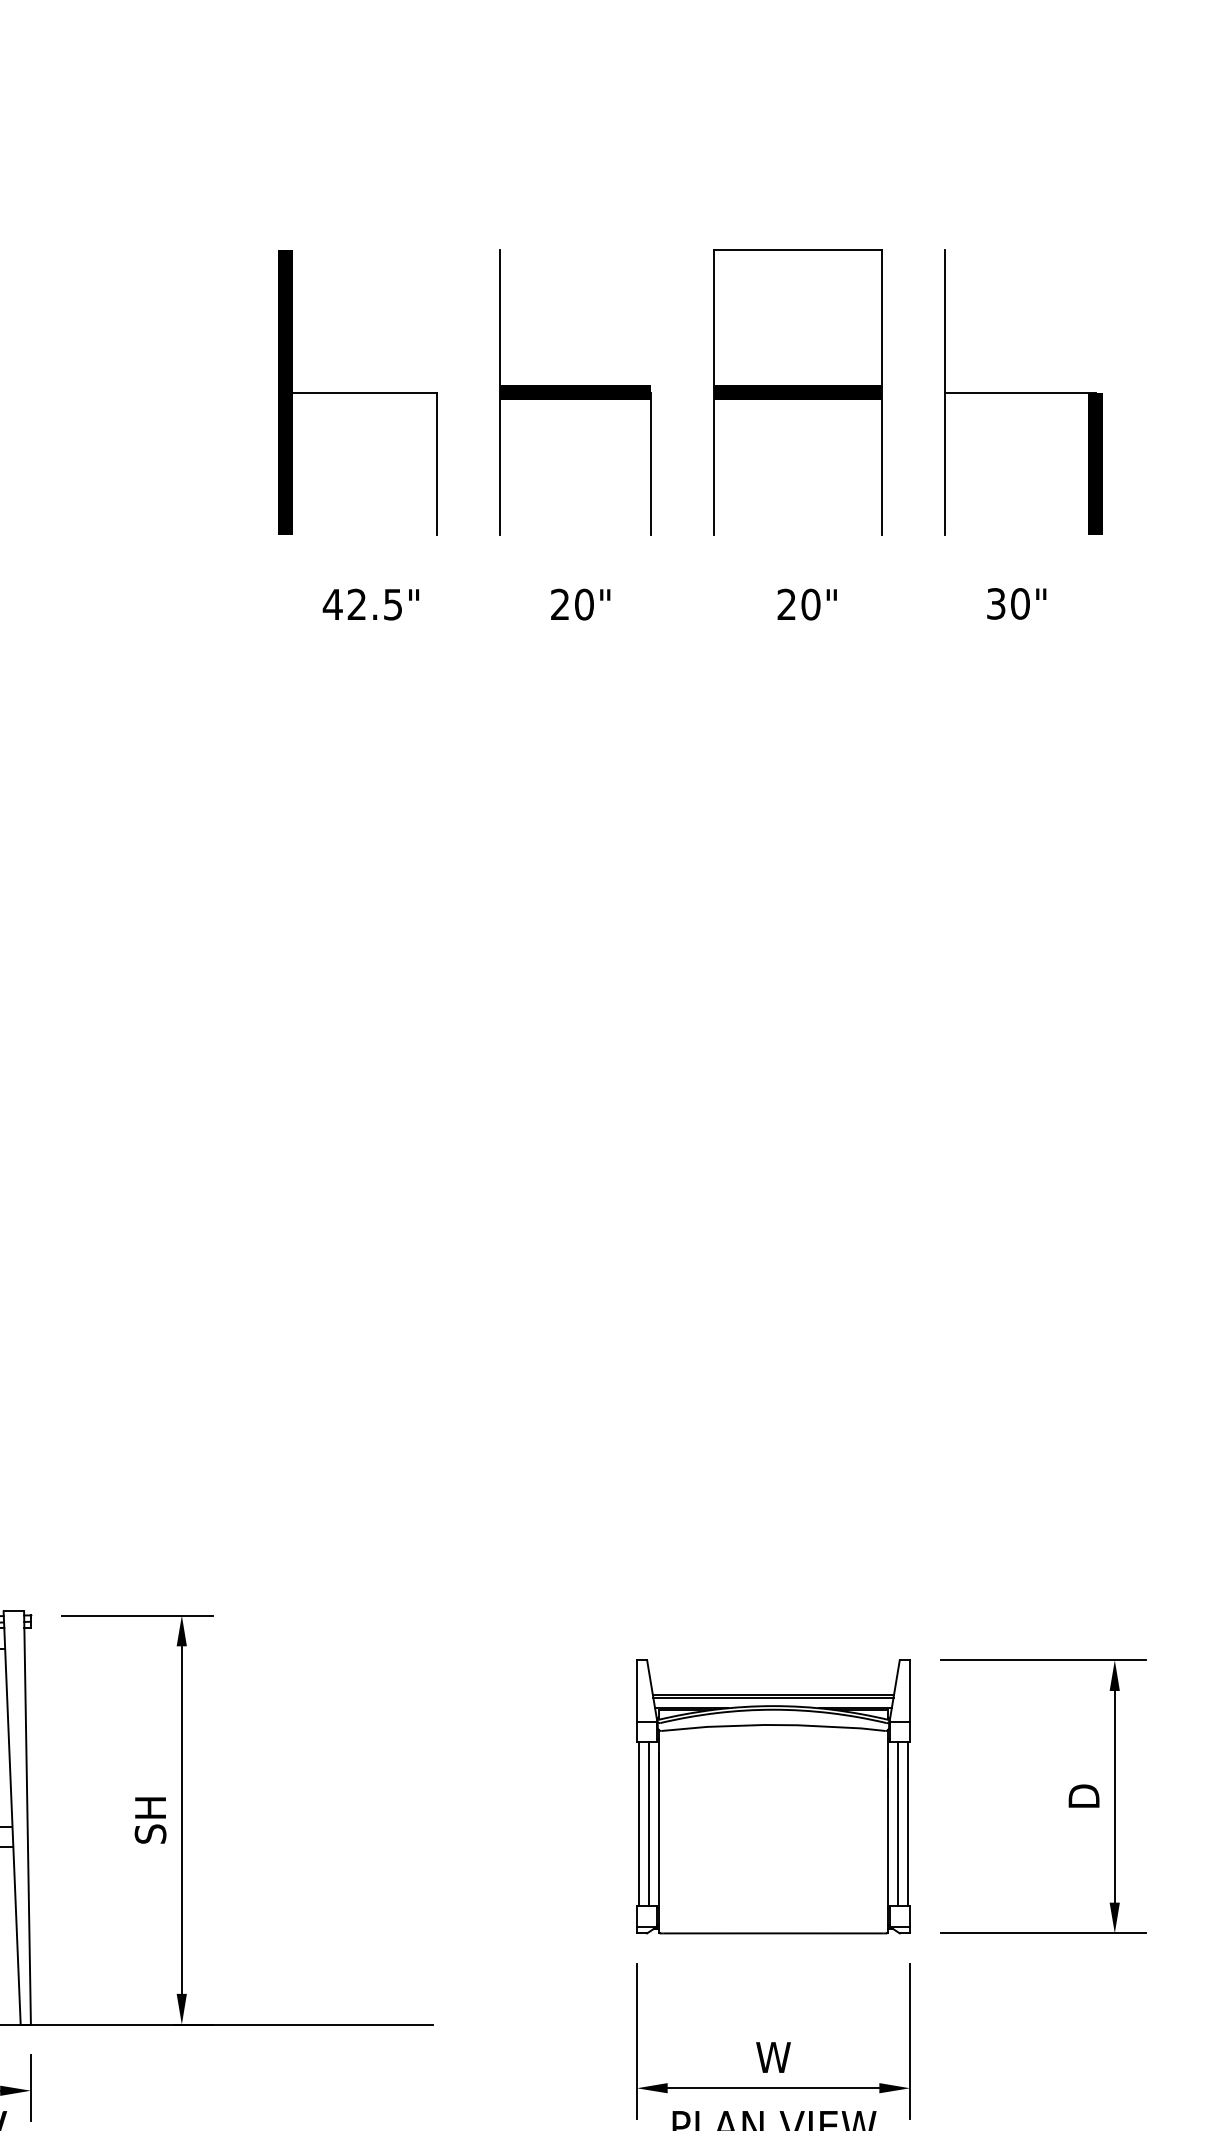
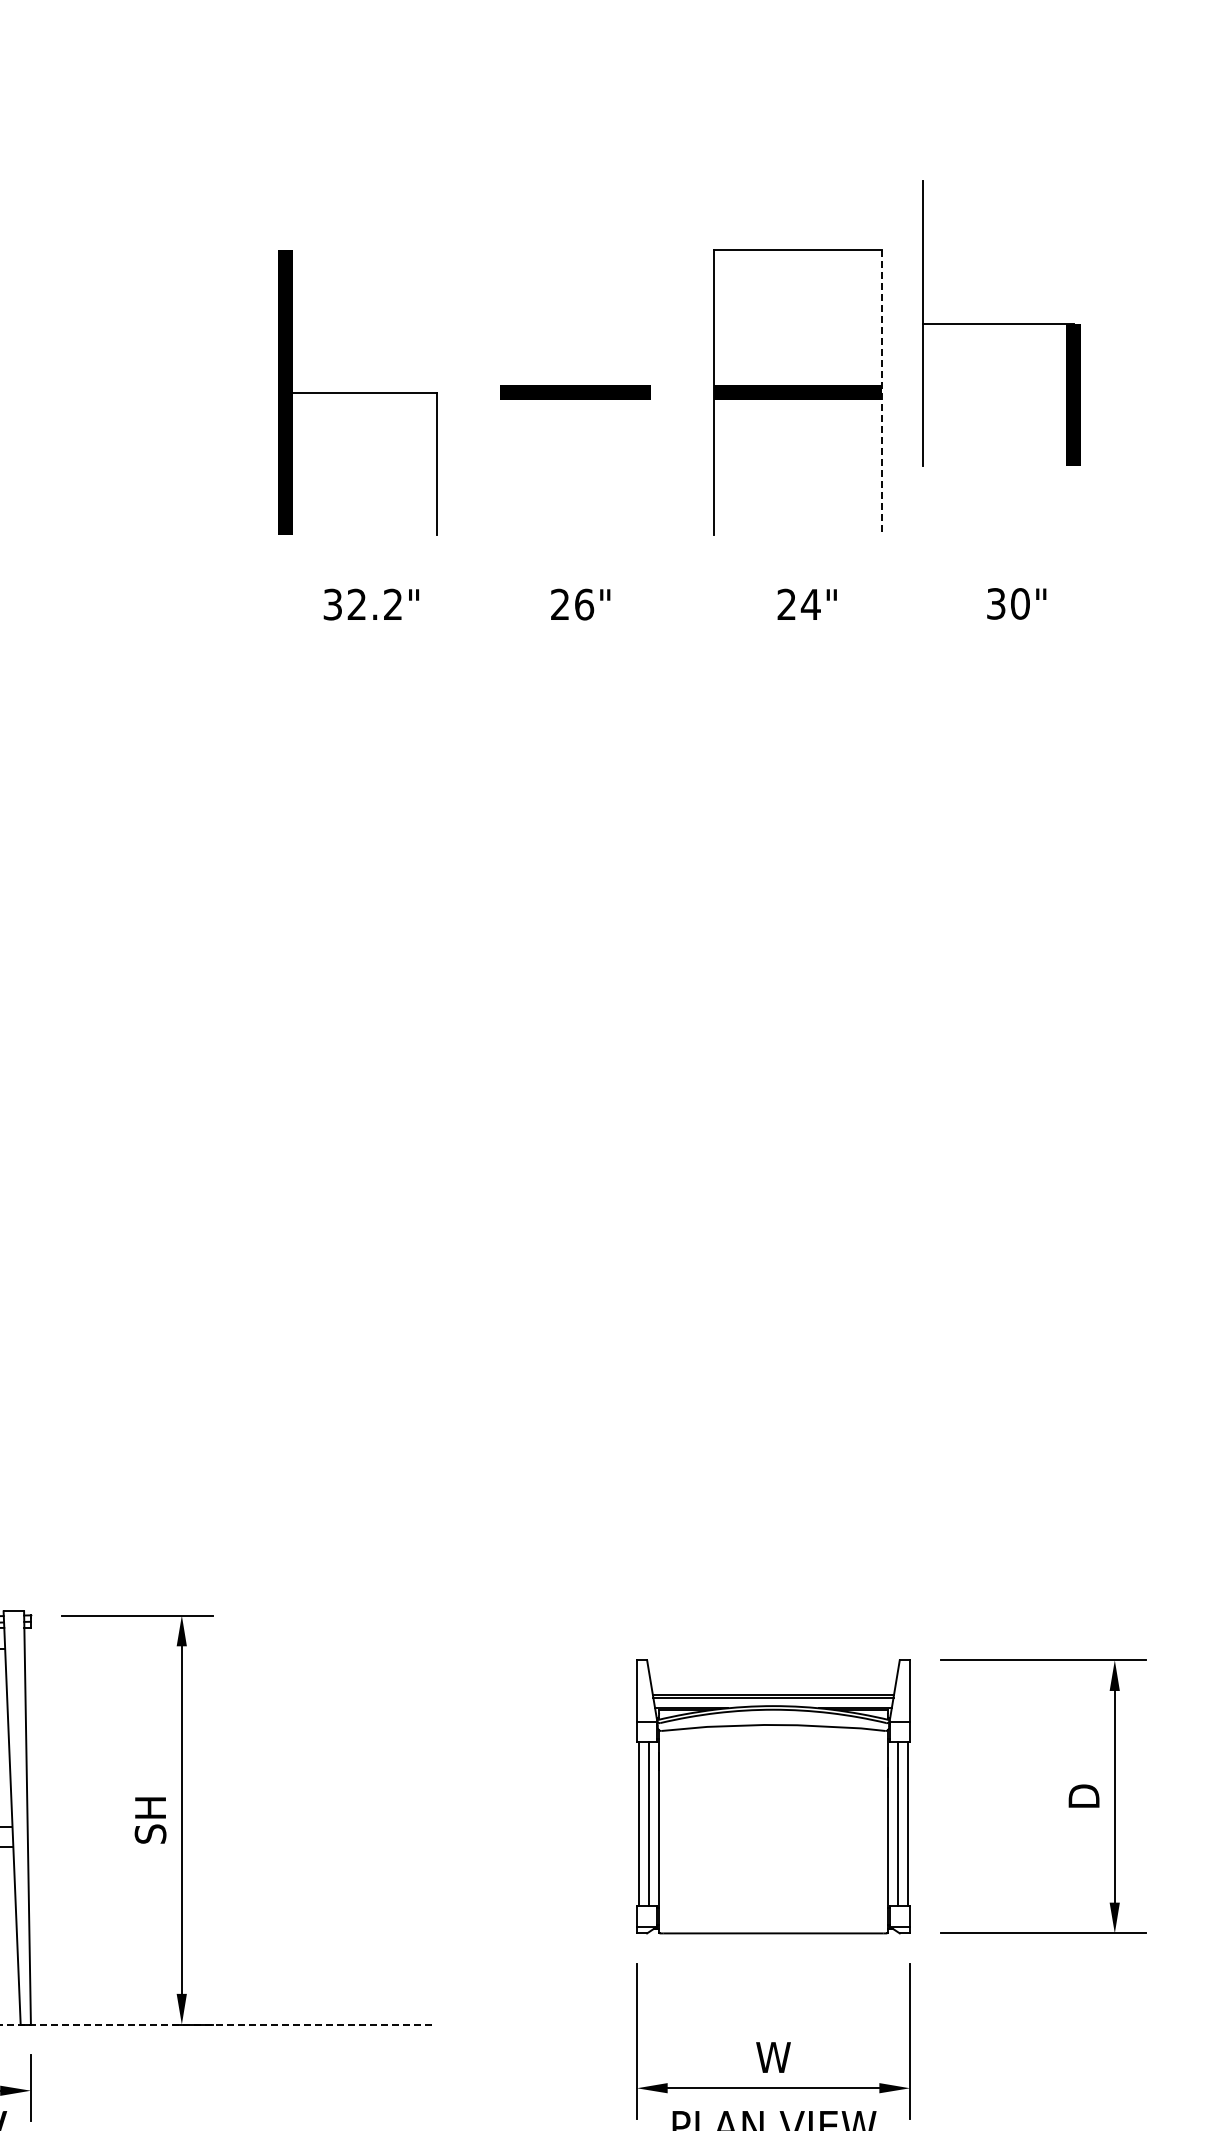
line at (499, 392): present -> none
line at (881, 392): solid -> dashed
part at (1023, 392) position: (1023, 392) -> (1001, 323)
line at (650, 463): present -> none
text at (361, 604): 42.5" -> 32.2"
text at (584, 604): 20" -> 26"
text at (810, 604): 20" -> 24"
line at (216, 2024): solid -> dashed
